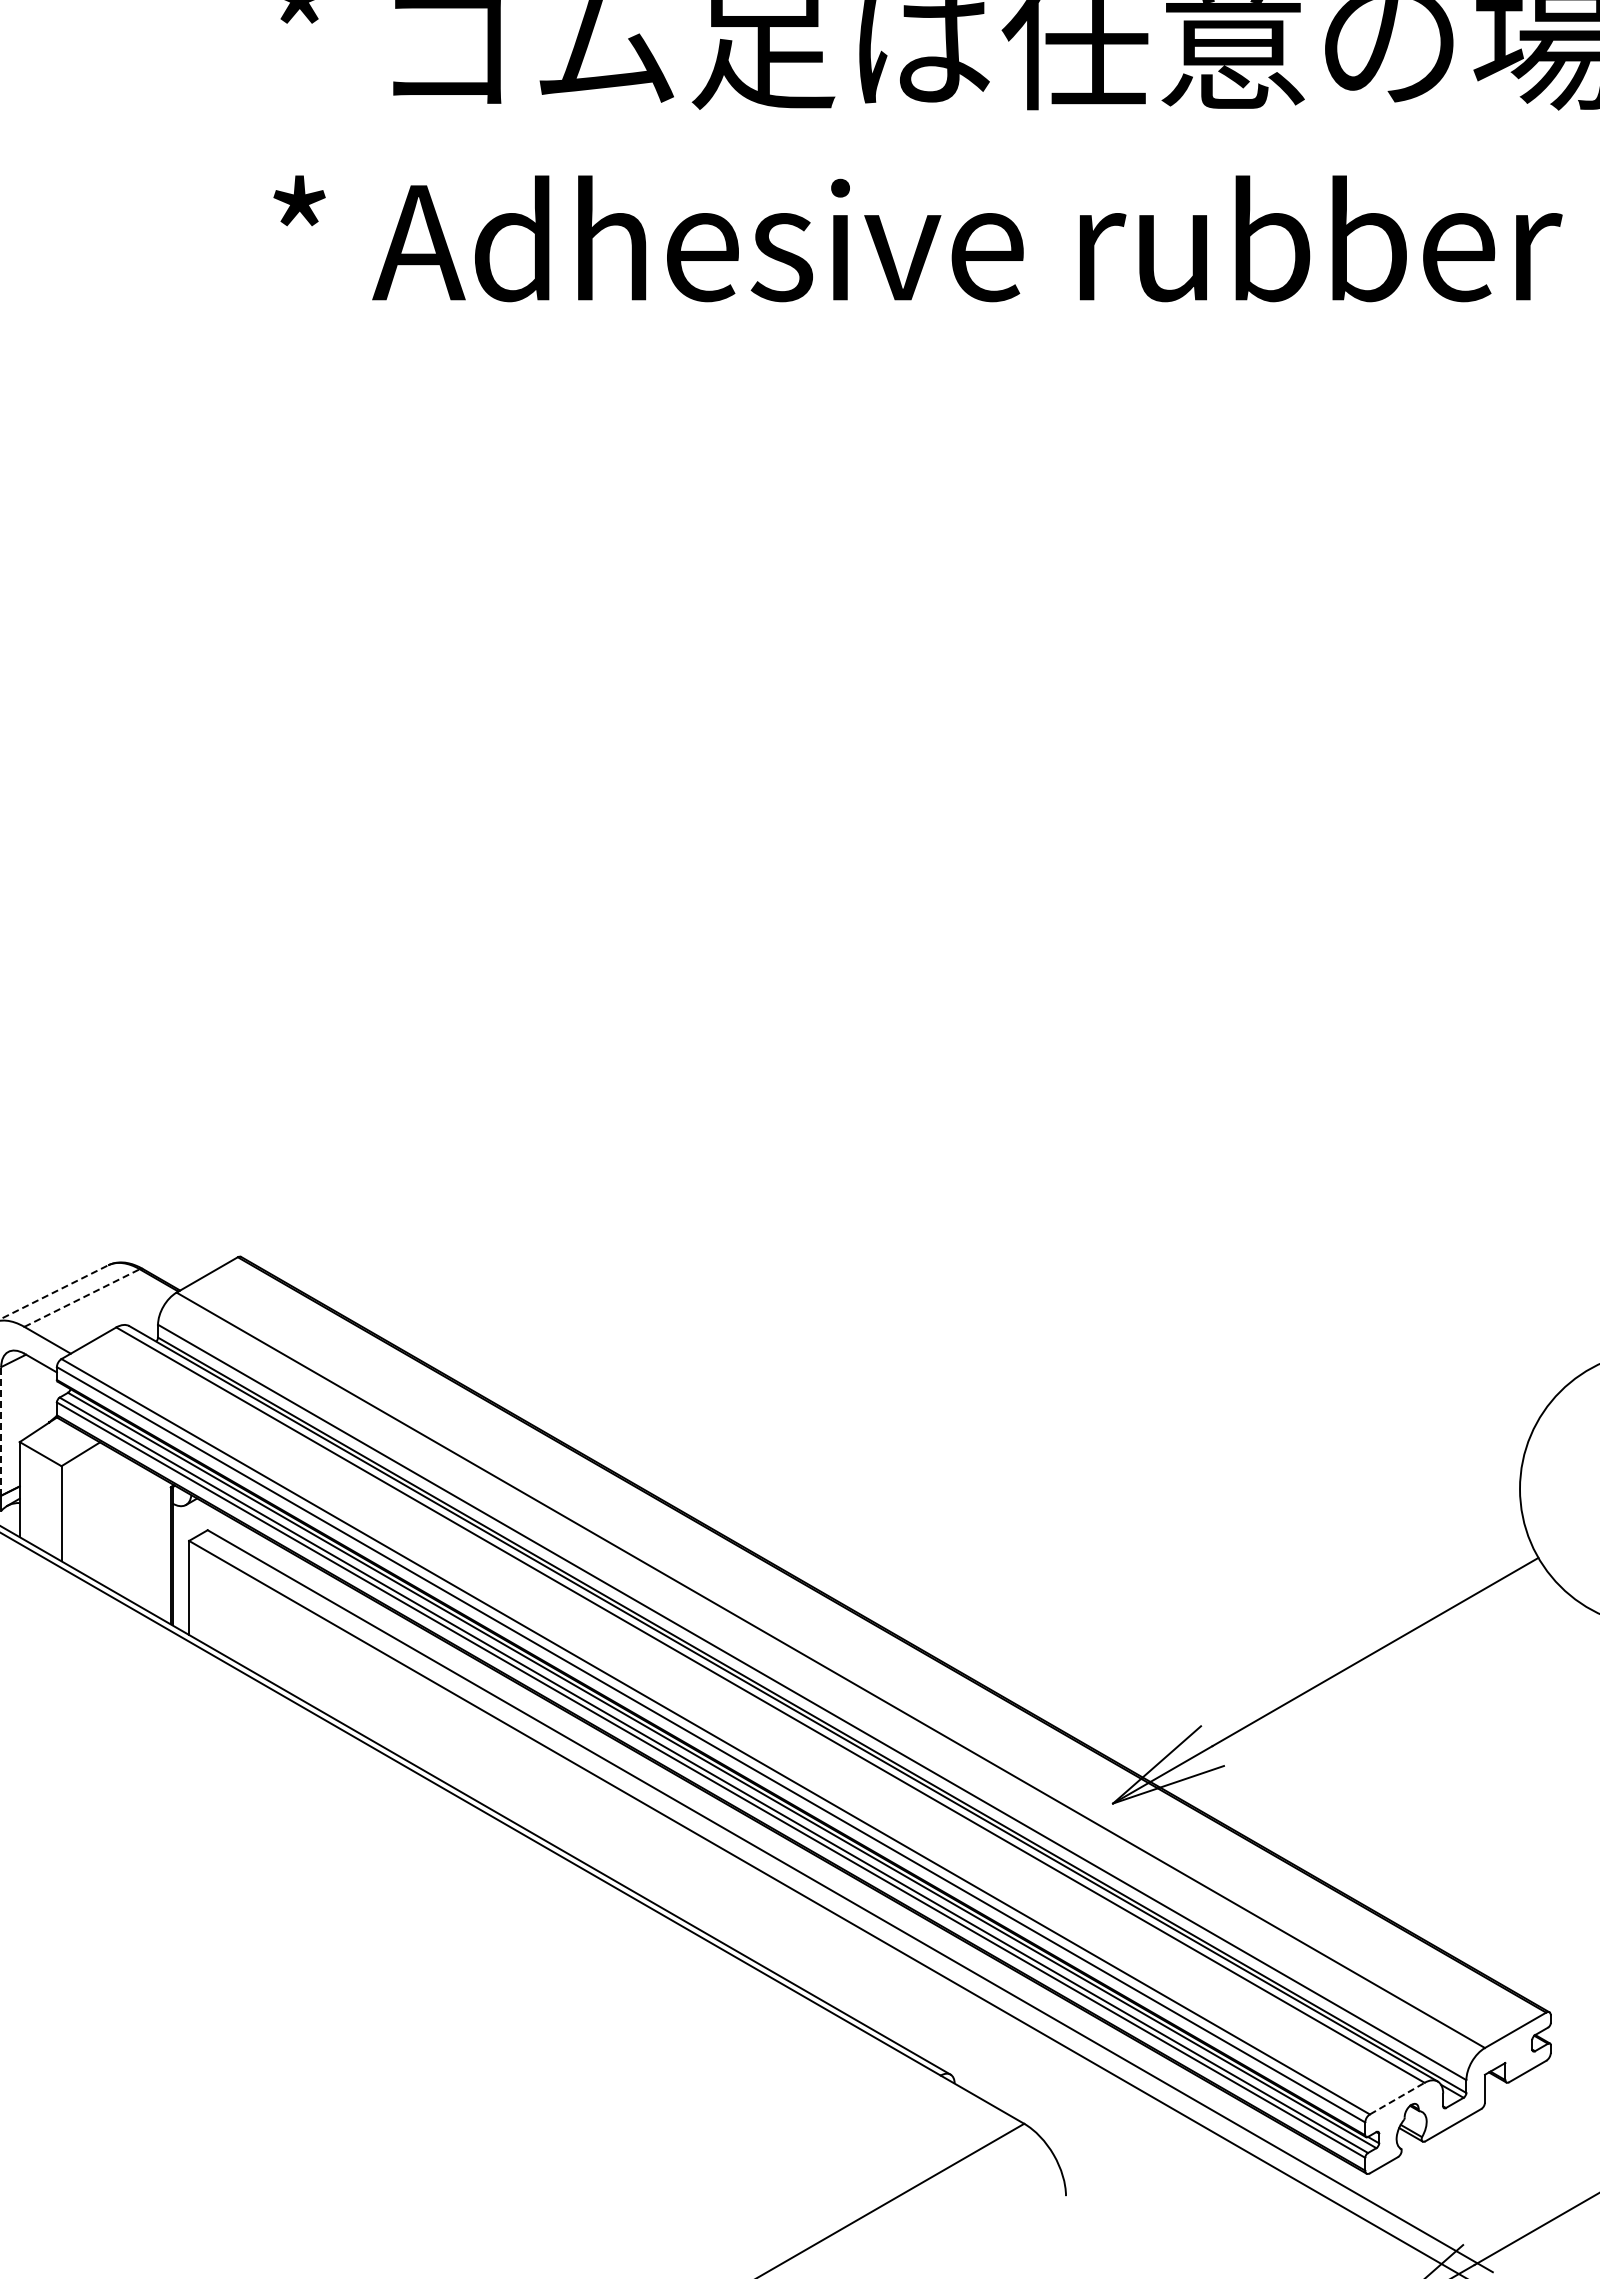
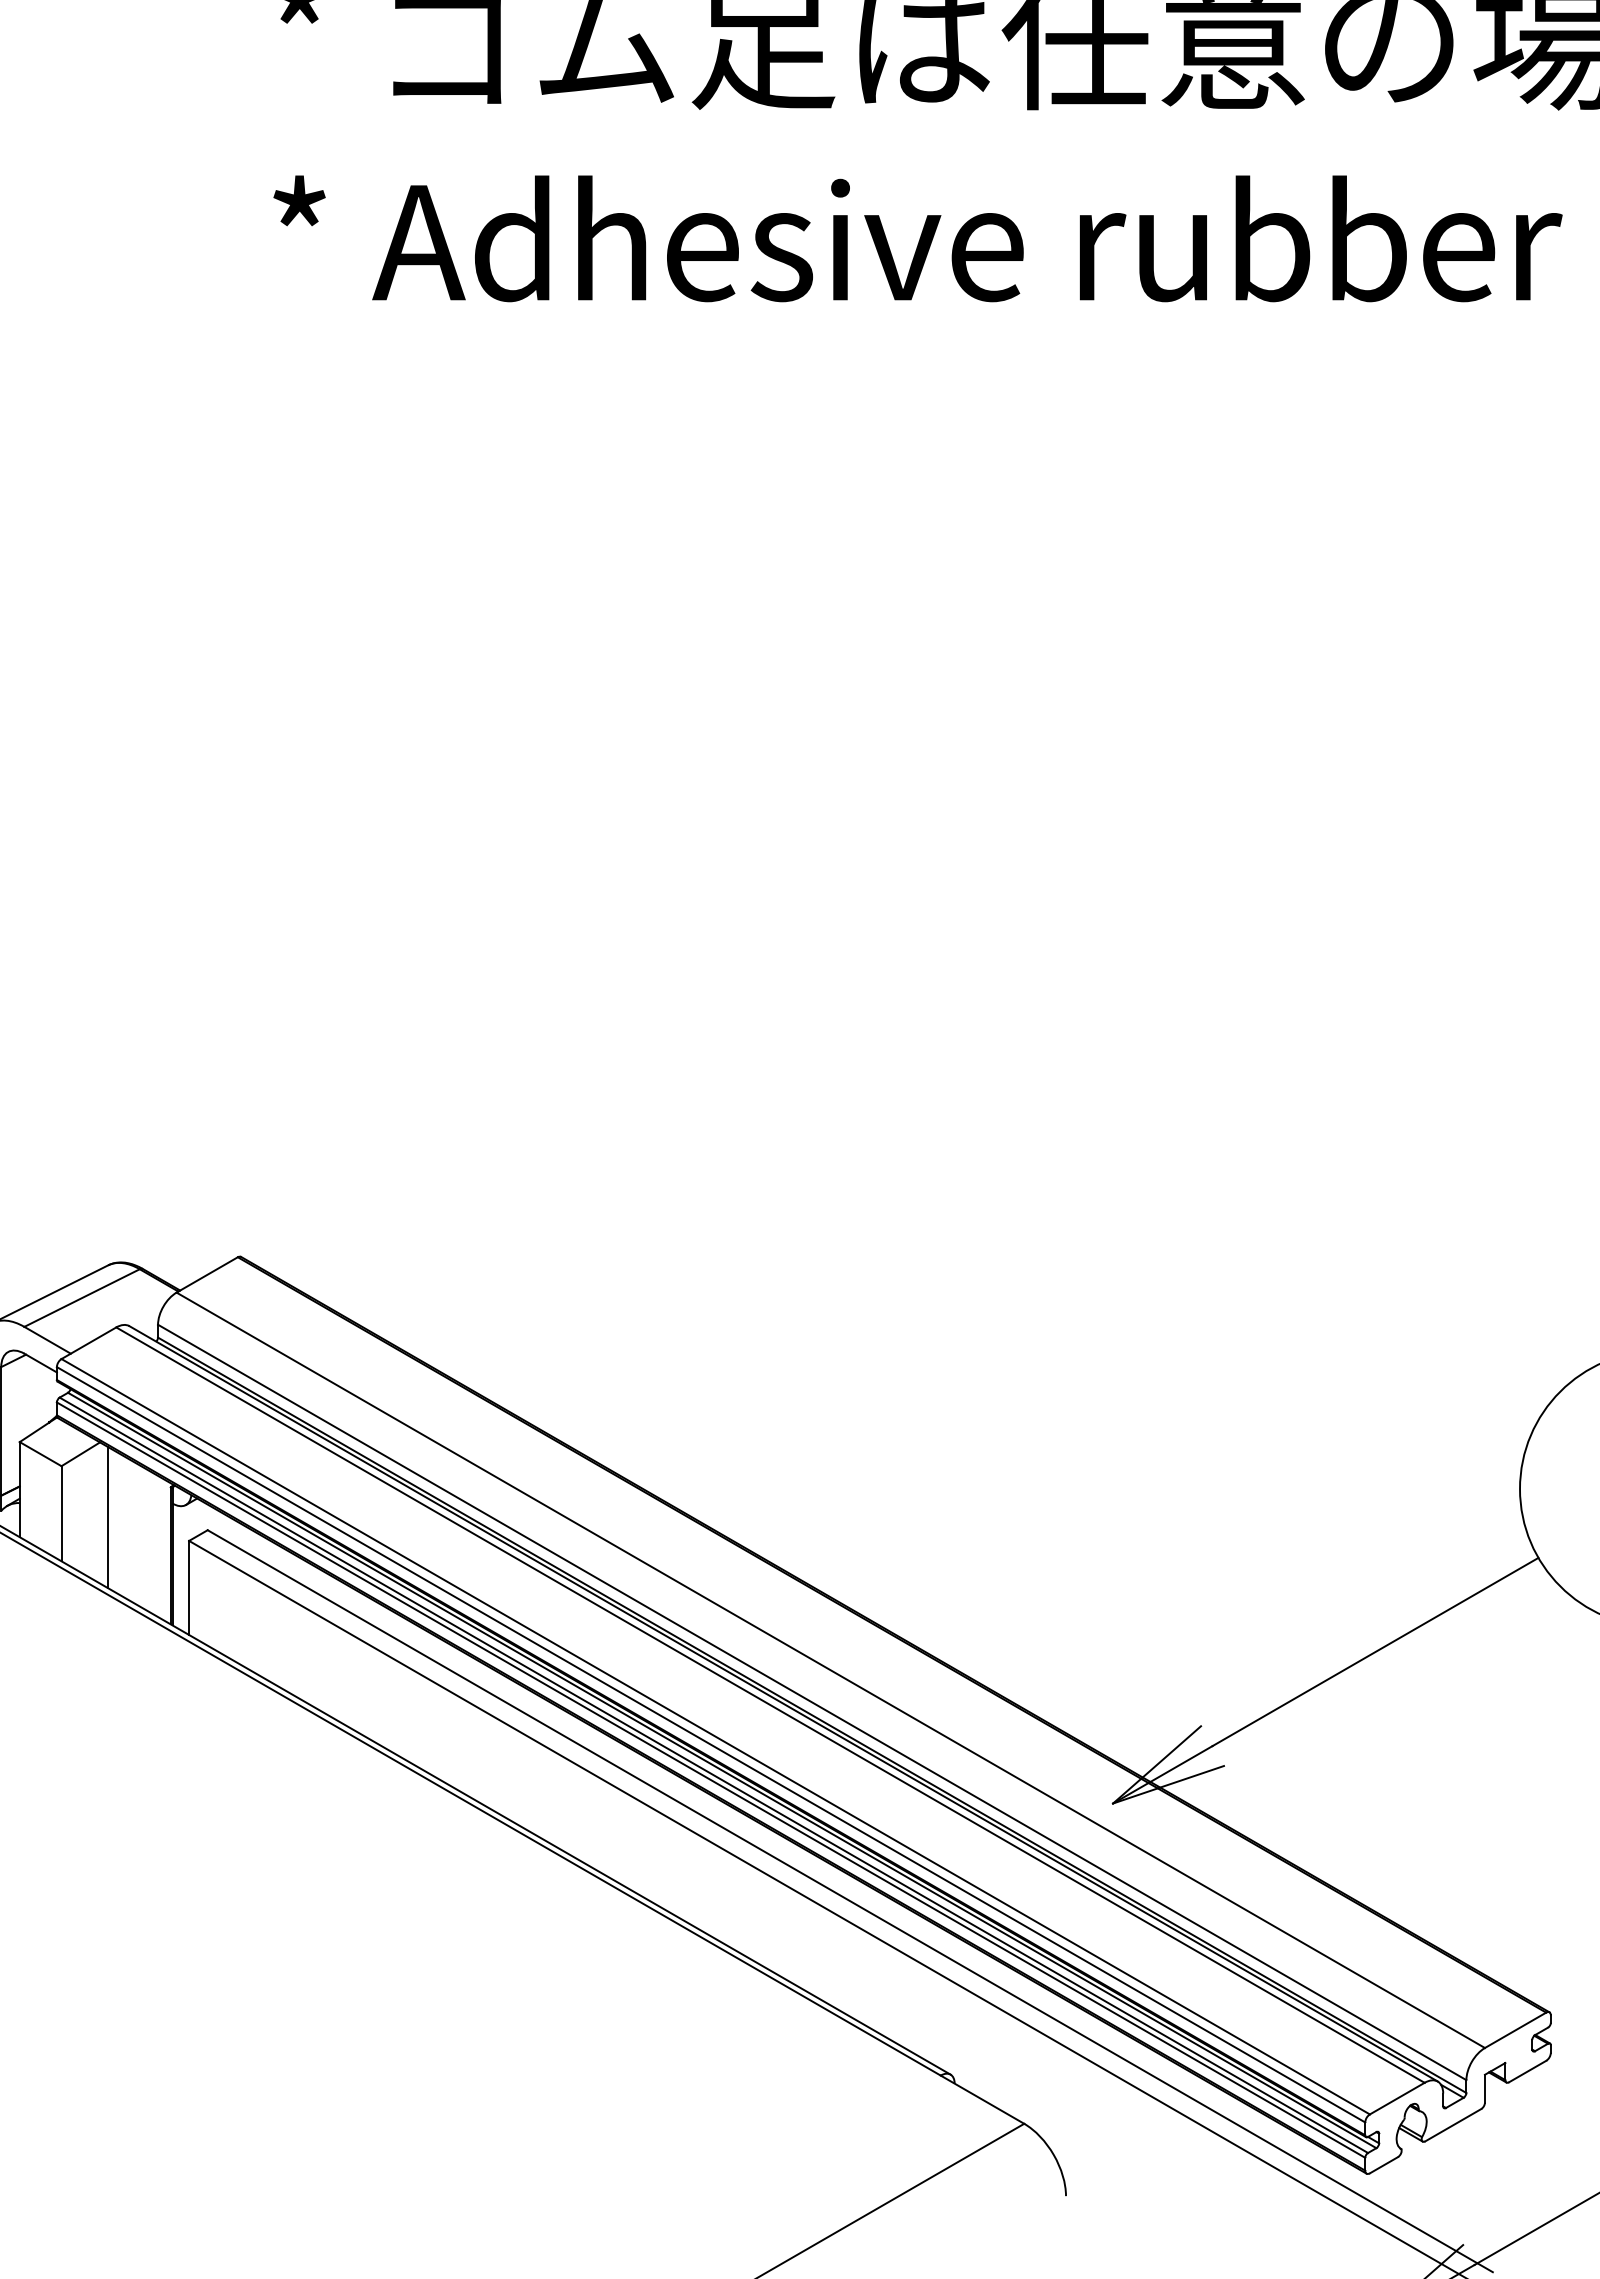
line at (54, 1291): dashed -> solid
line at (82, 1297): dashed -> solid
line at (1, 1430): dashed -> solid
line at (107, 1517): none -> present
line at (1397, 2098): dashed -> solid
